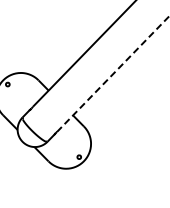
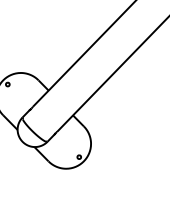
line at (113, 74): dashed -> solid
